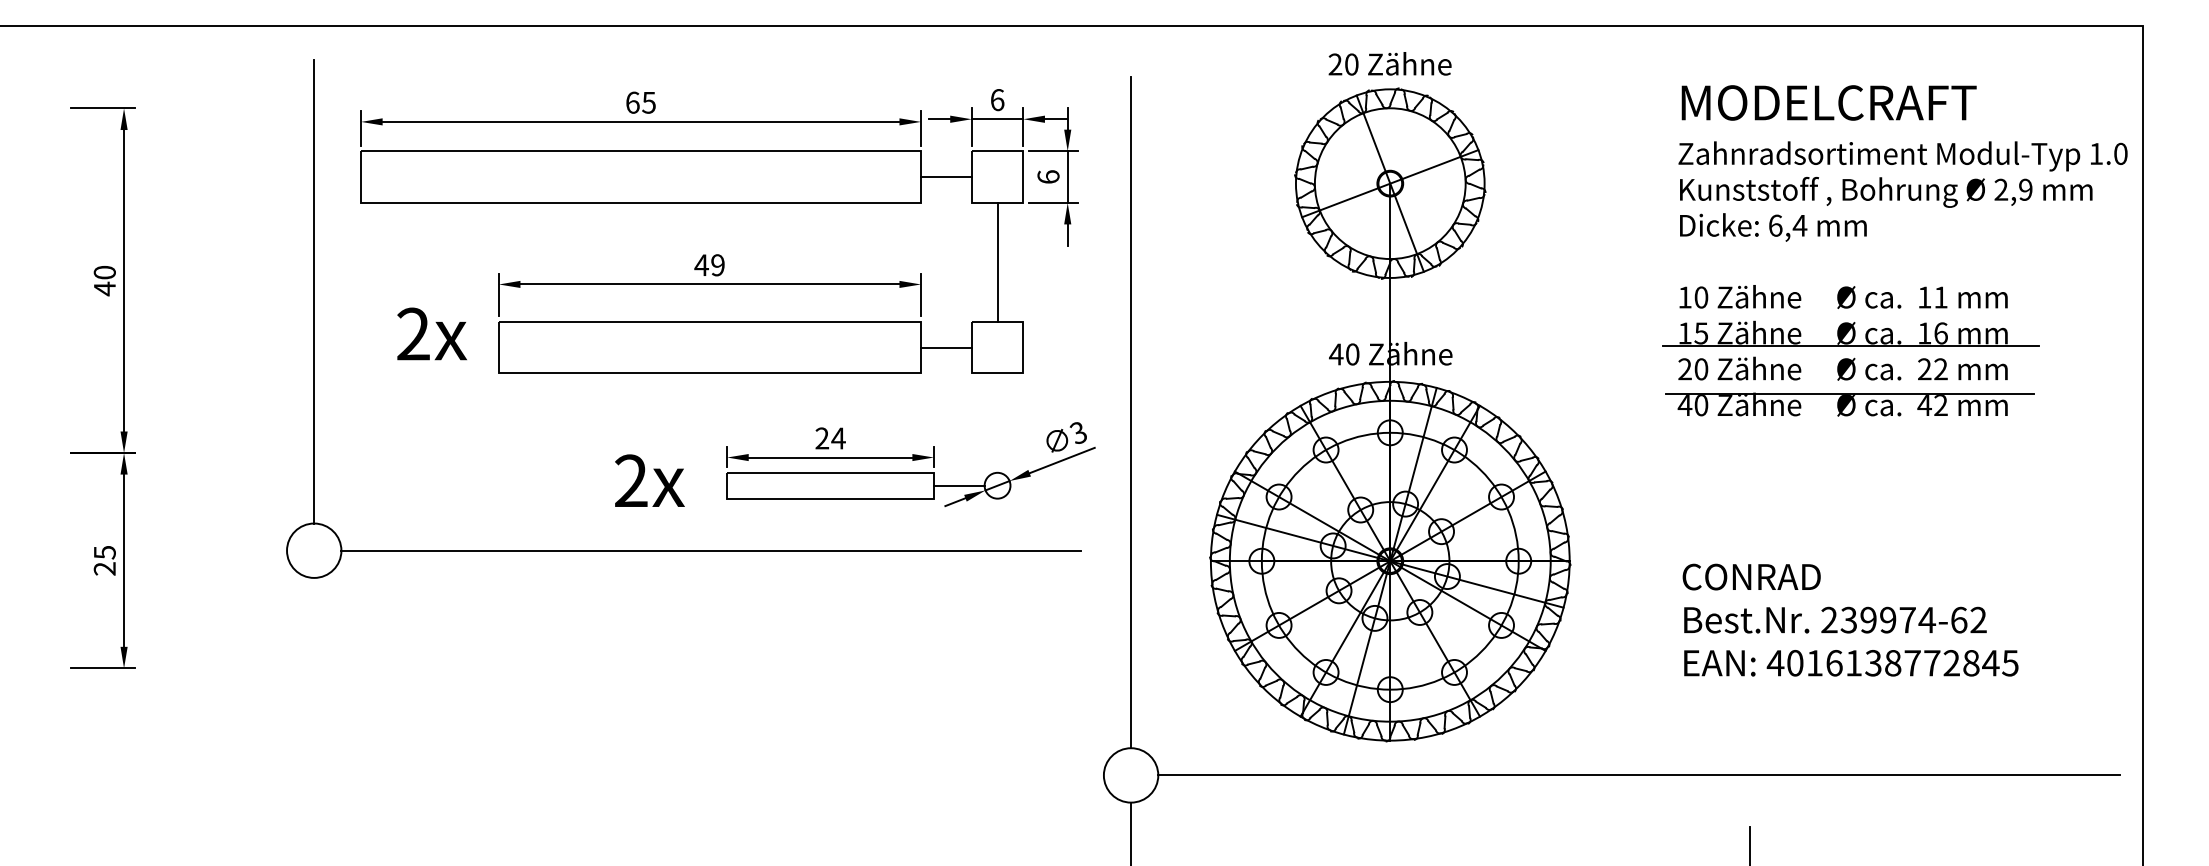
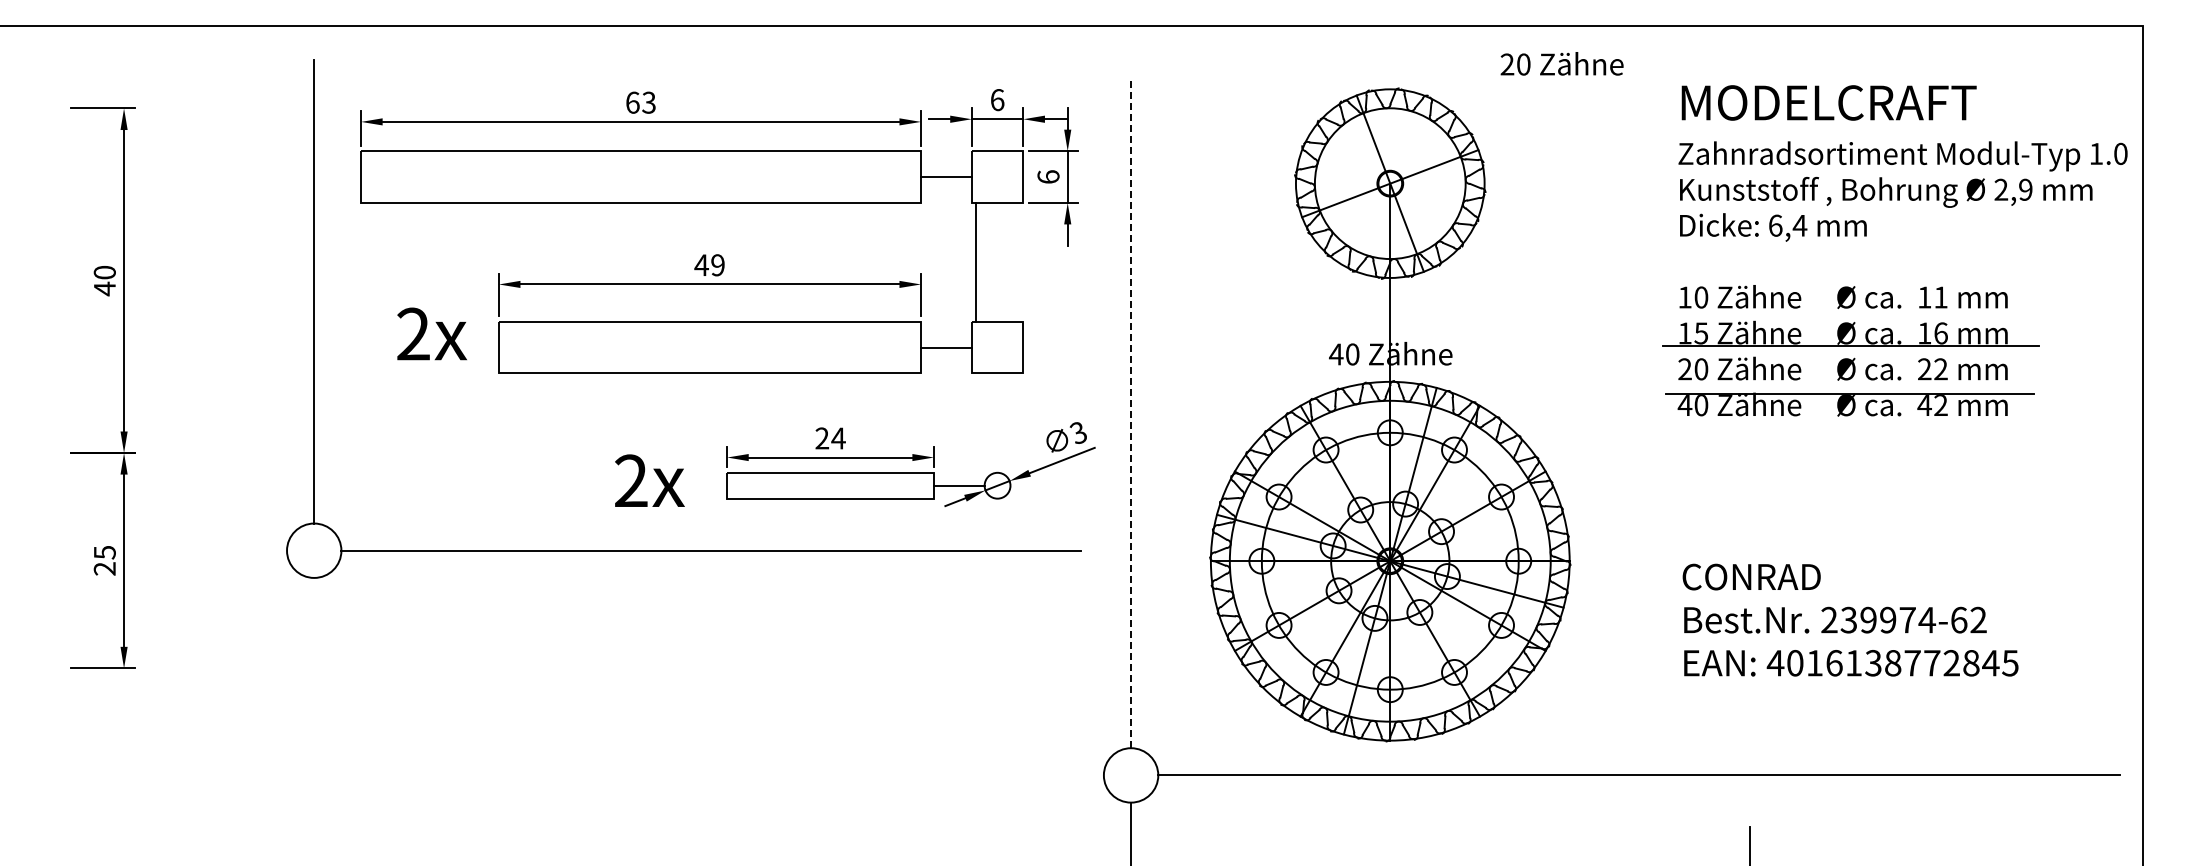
text at (1389, 63) position: (1389, 63) -> (1561, 63)
text at (648, 102): 65 -> 63
line at (997, 261) position: (997, 261) -> (975, 261)
line at (1131, 412): solid -> dashed
